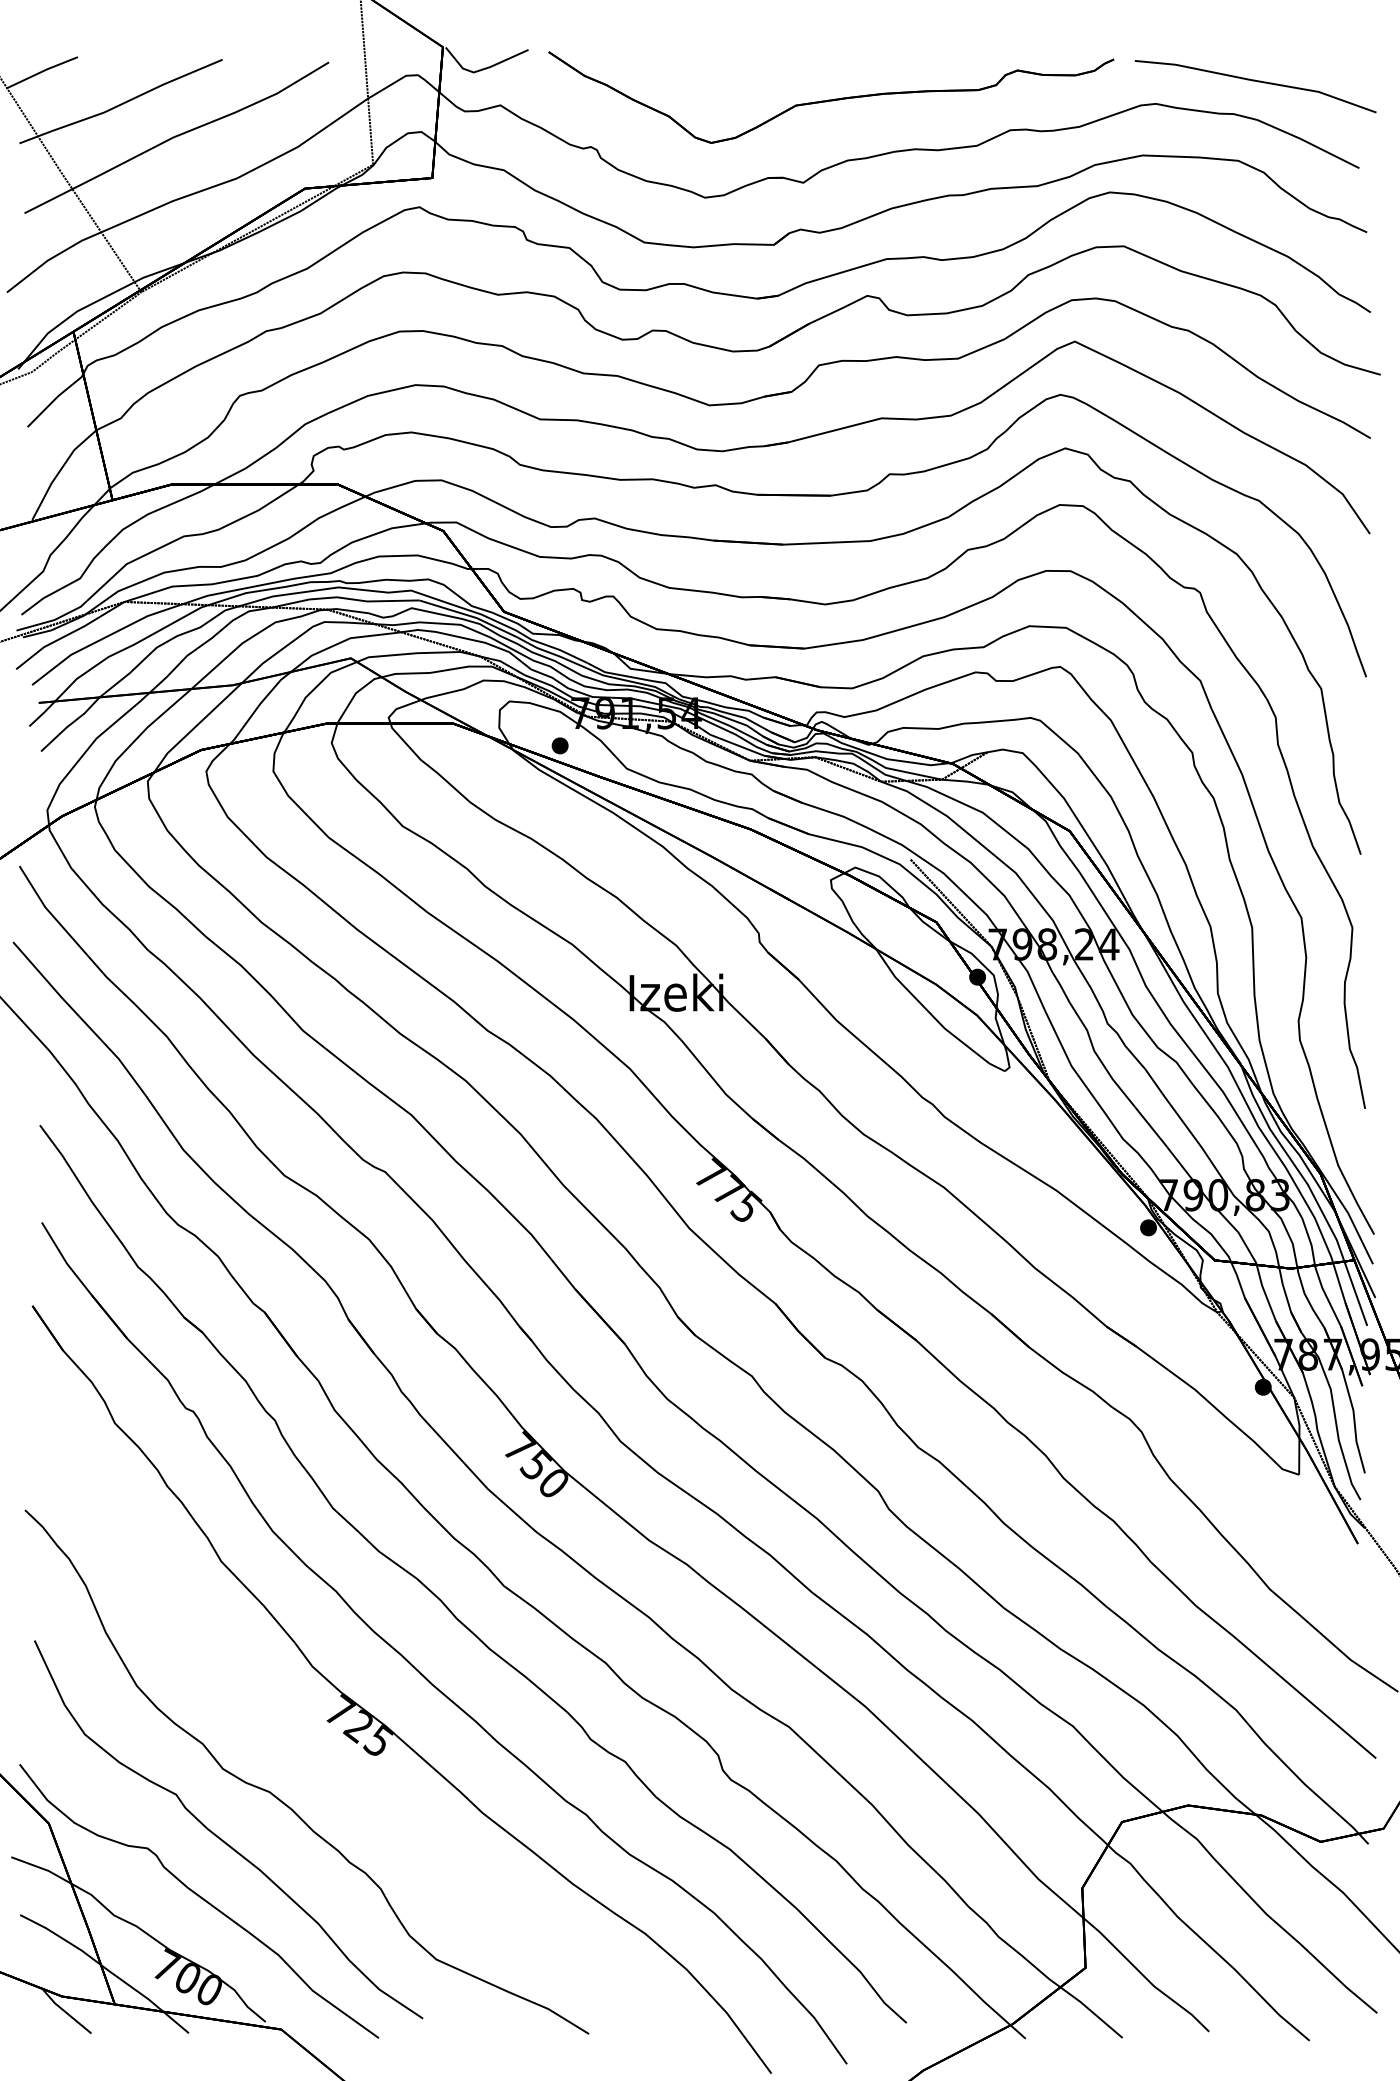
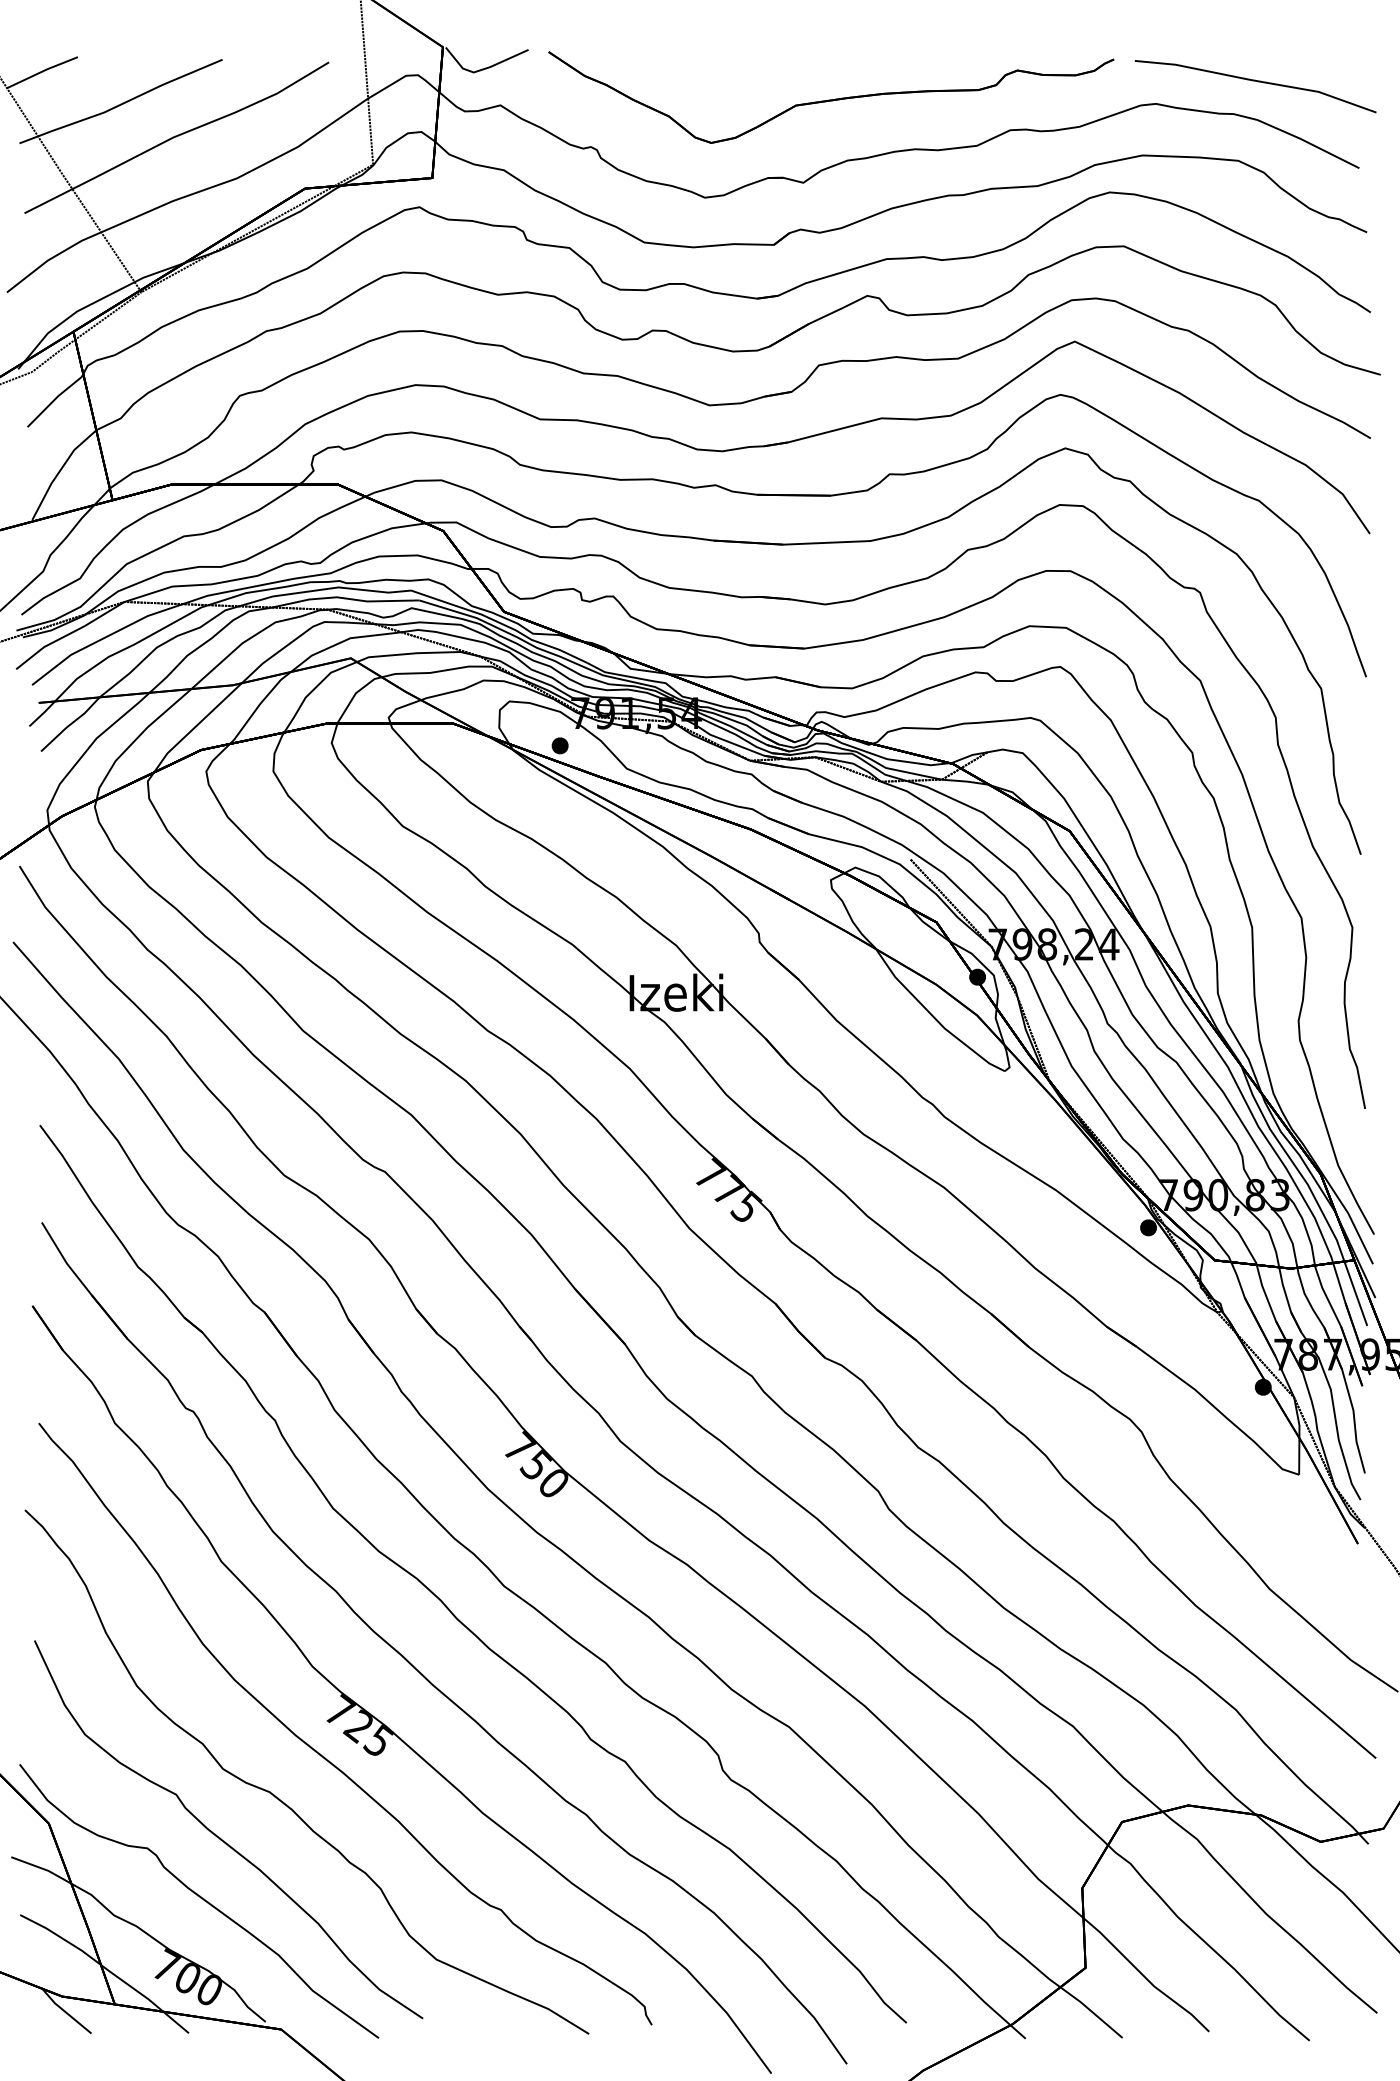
curve at (320, 1753): none -> present
